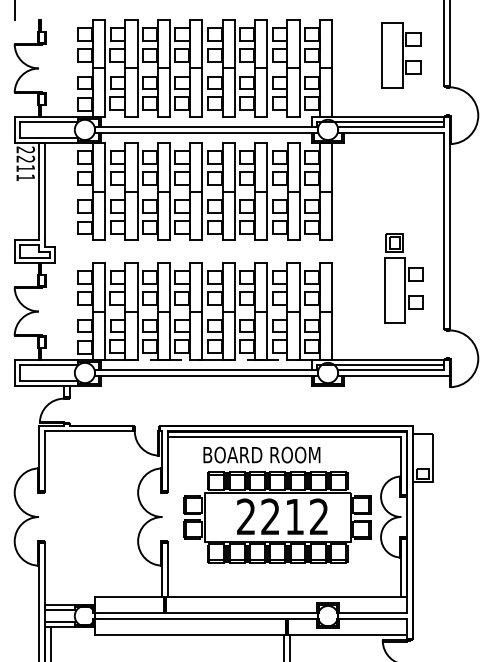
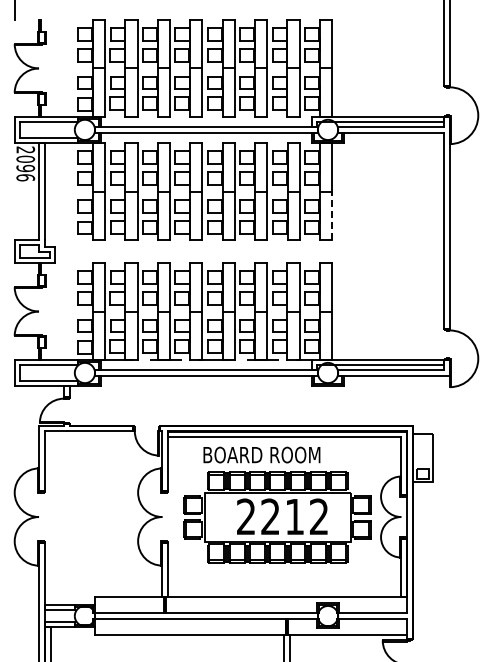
part at (401, 55): present -> none
text at (25, 168): 2211 -> 2096
line at (332, 215): solid -> dashed
part at (403, 278): present -> none
